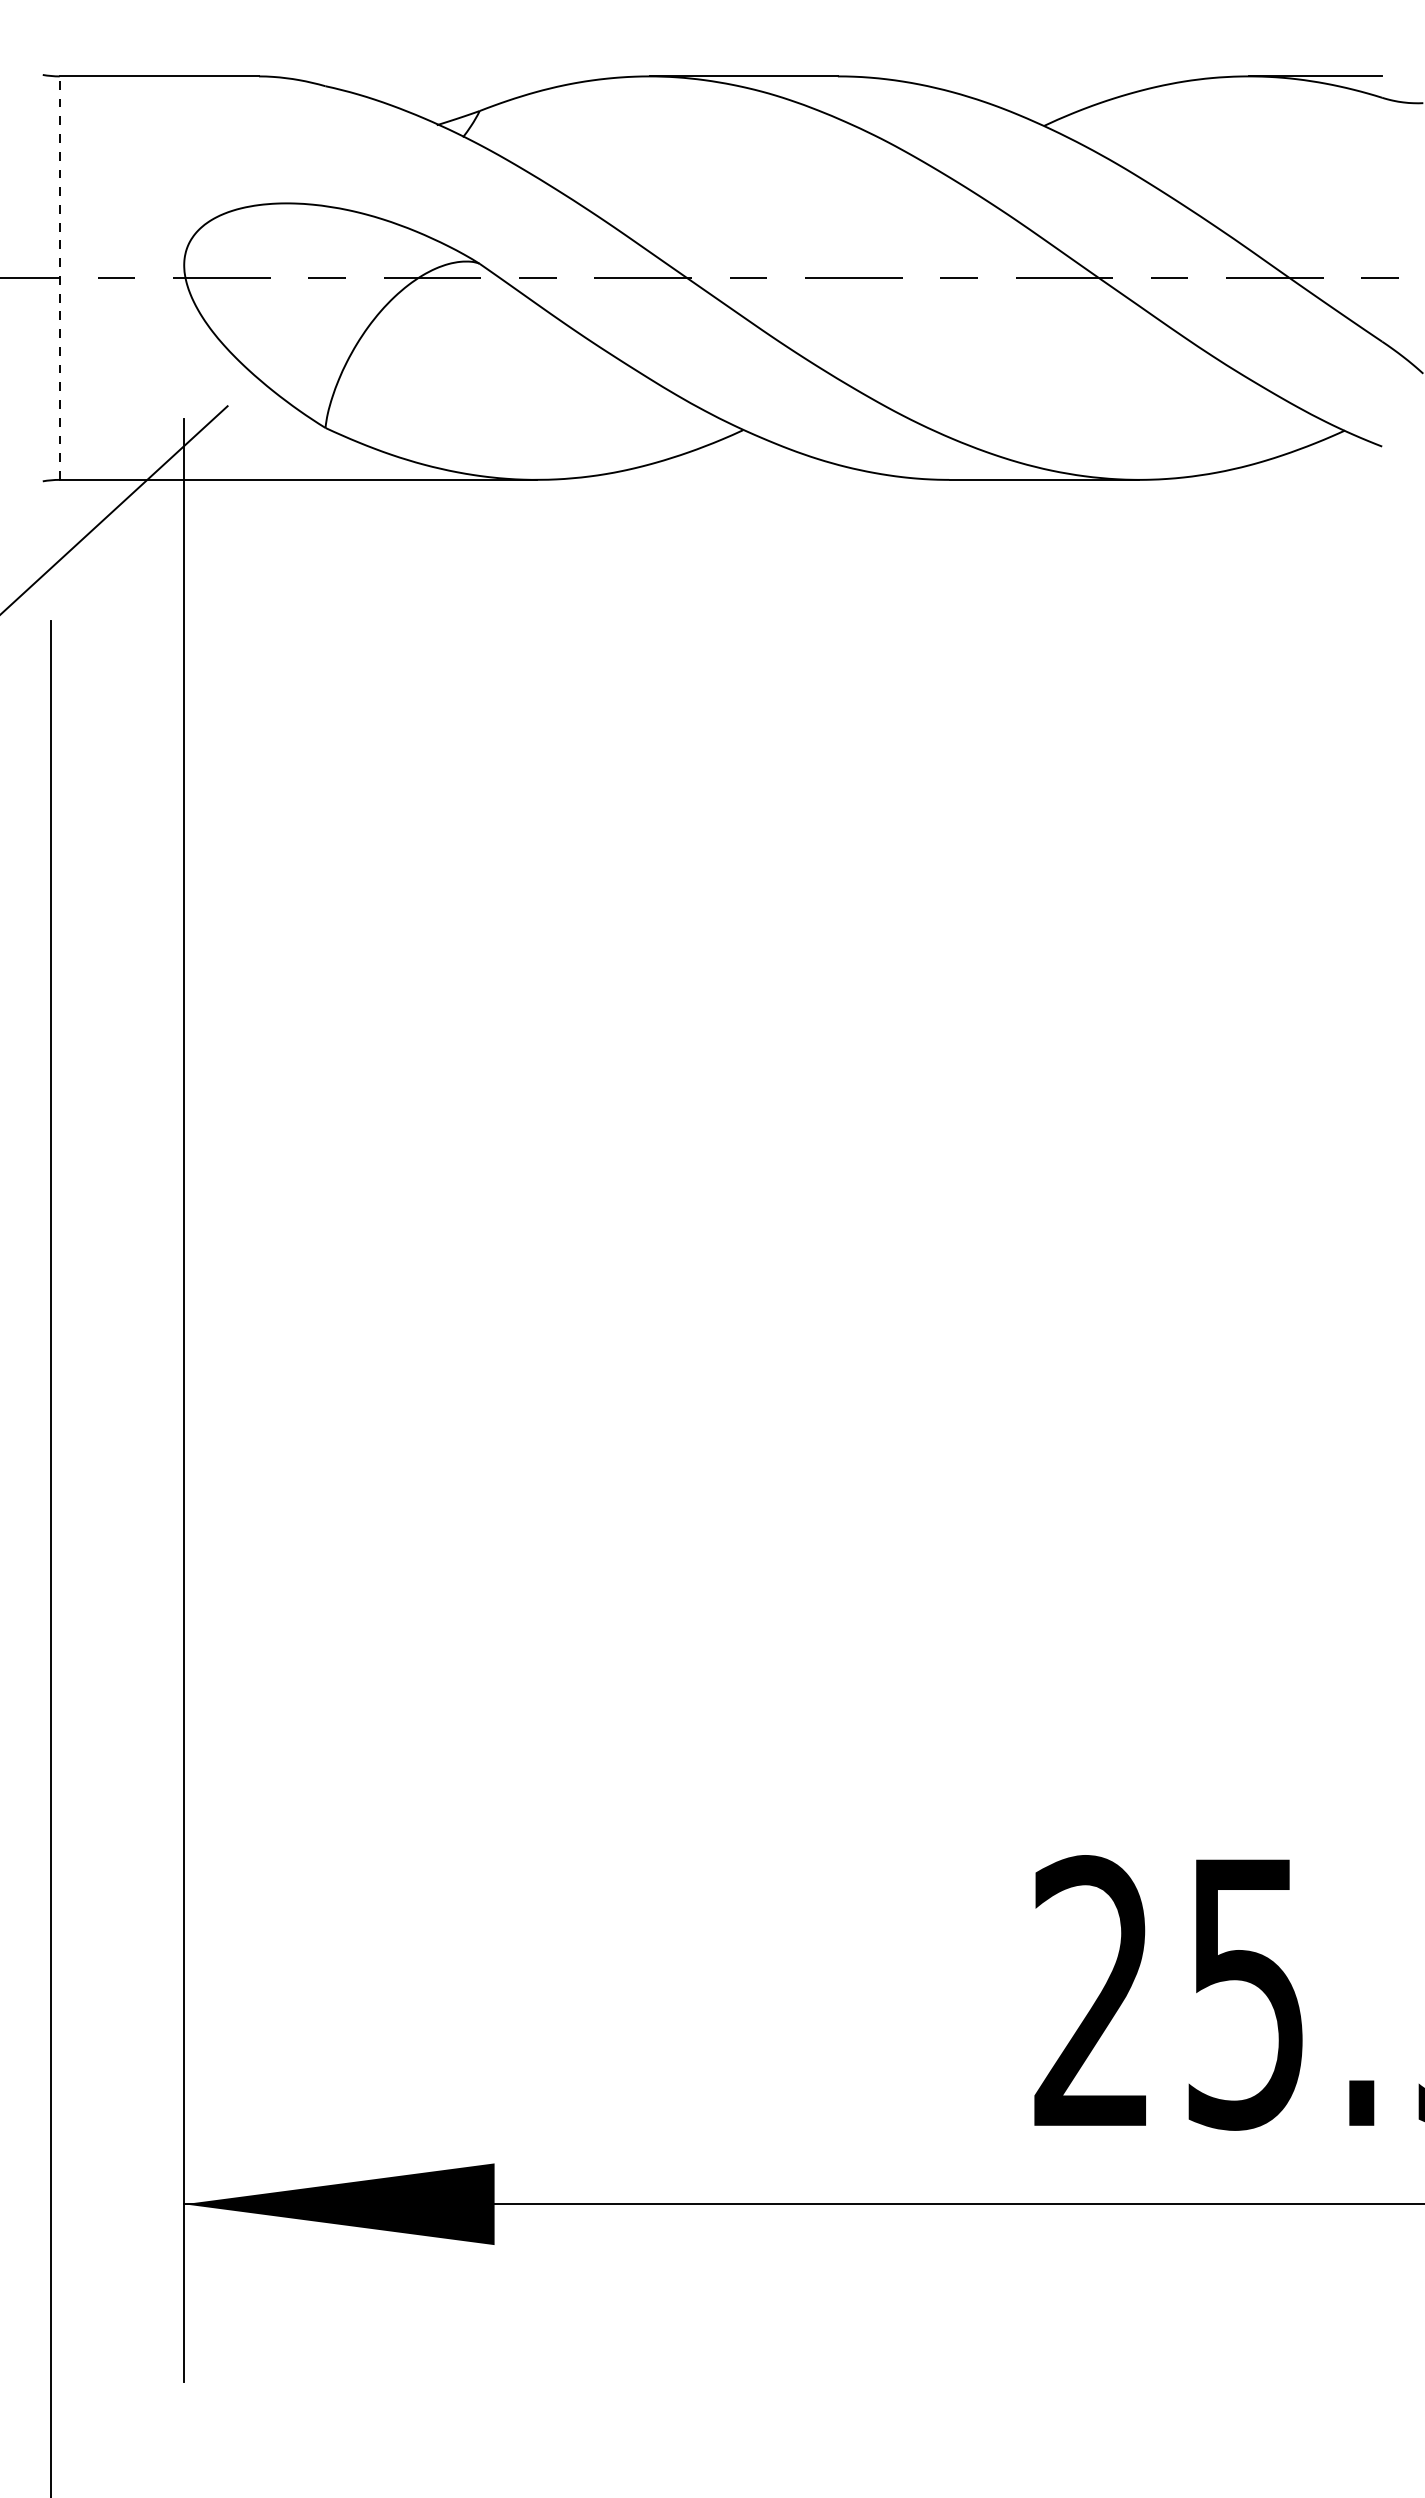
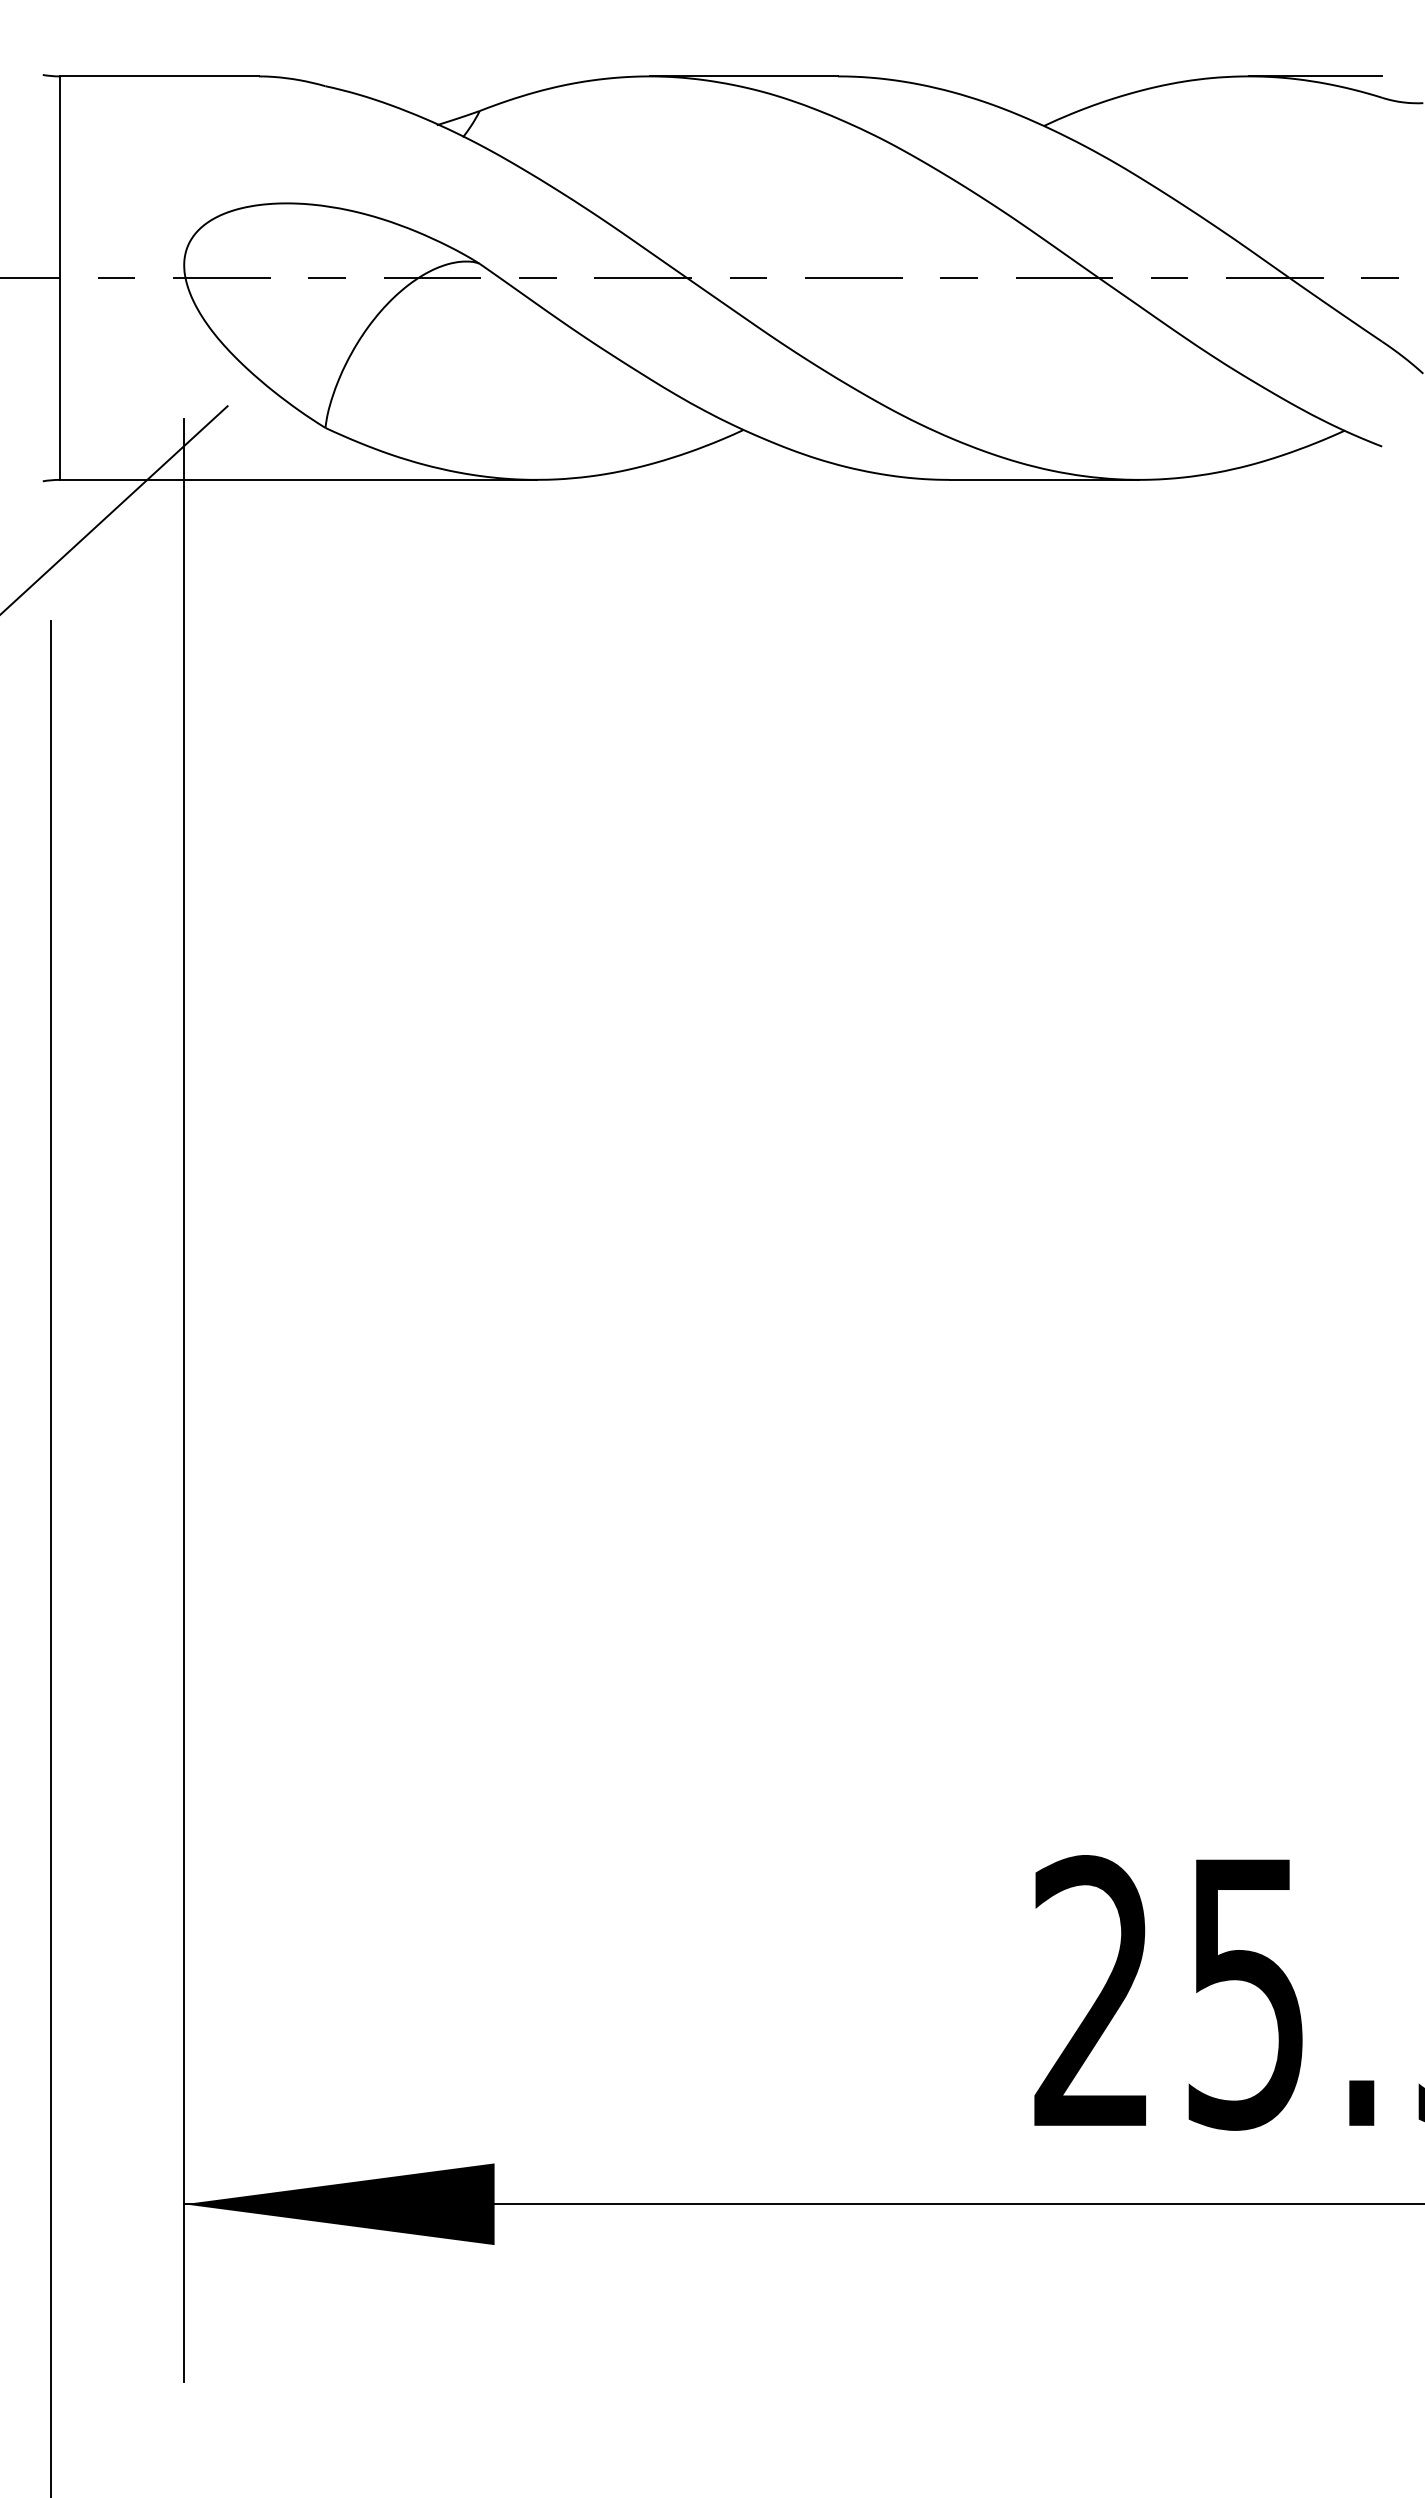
line at (59, 278): dashed -> solid
